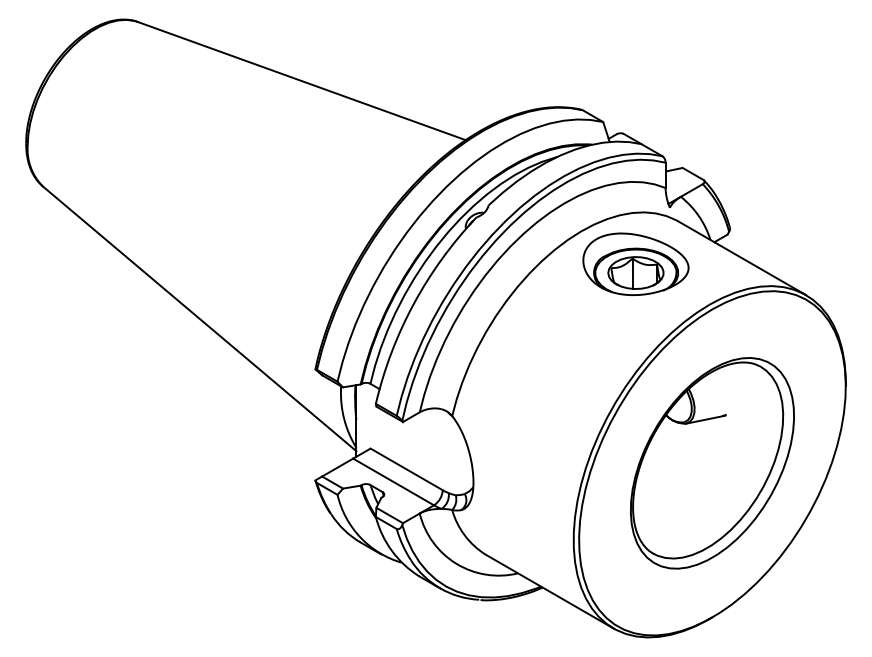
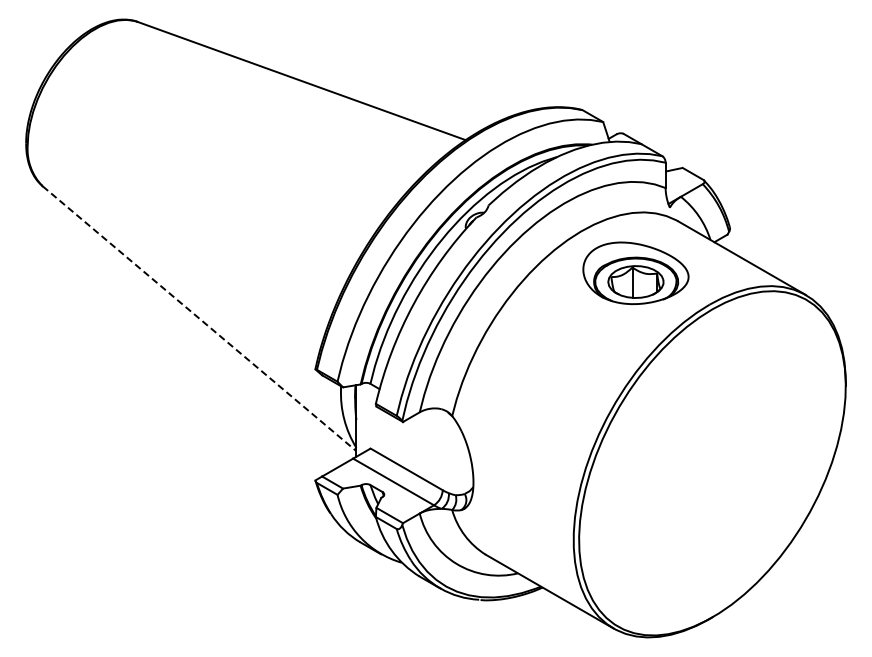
part at (635, 264) position: (635, 264) -> (635, 273)
line at (199, 319): solid -> dashed
part at (712, 463): present -> none
